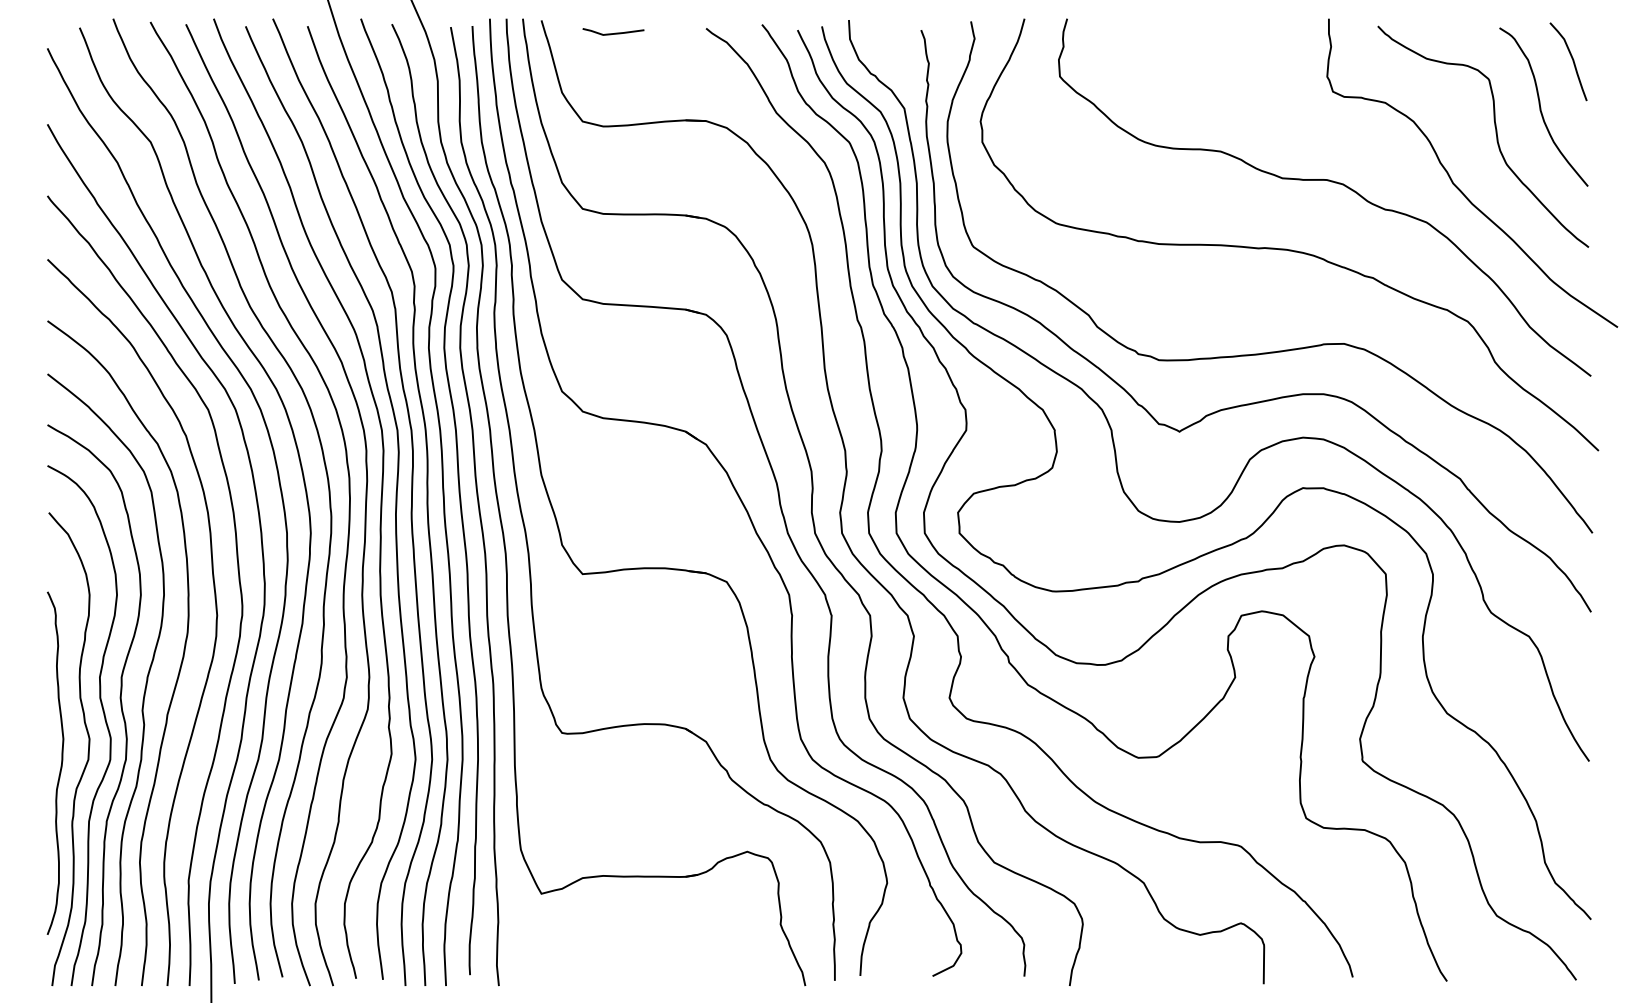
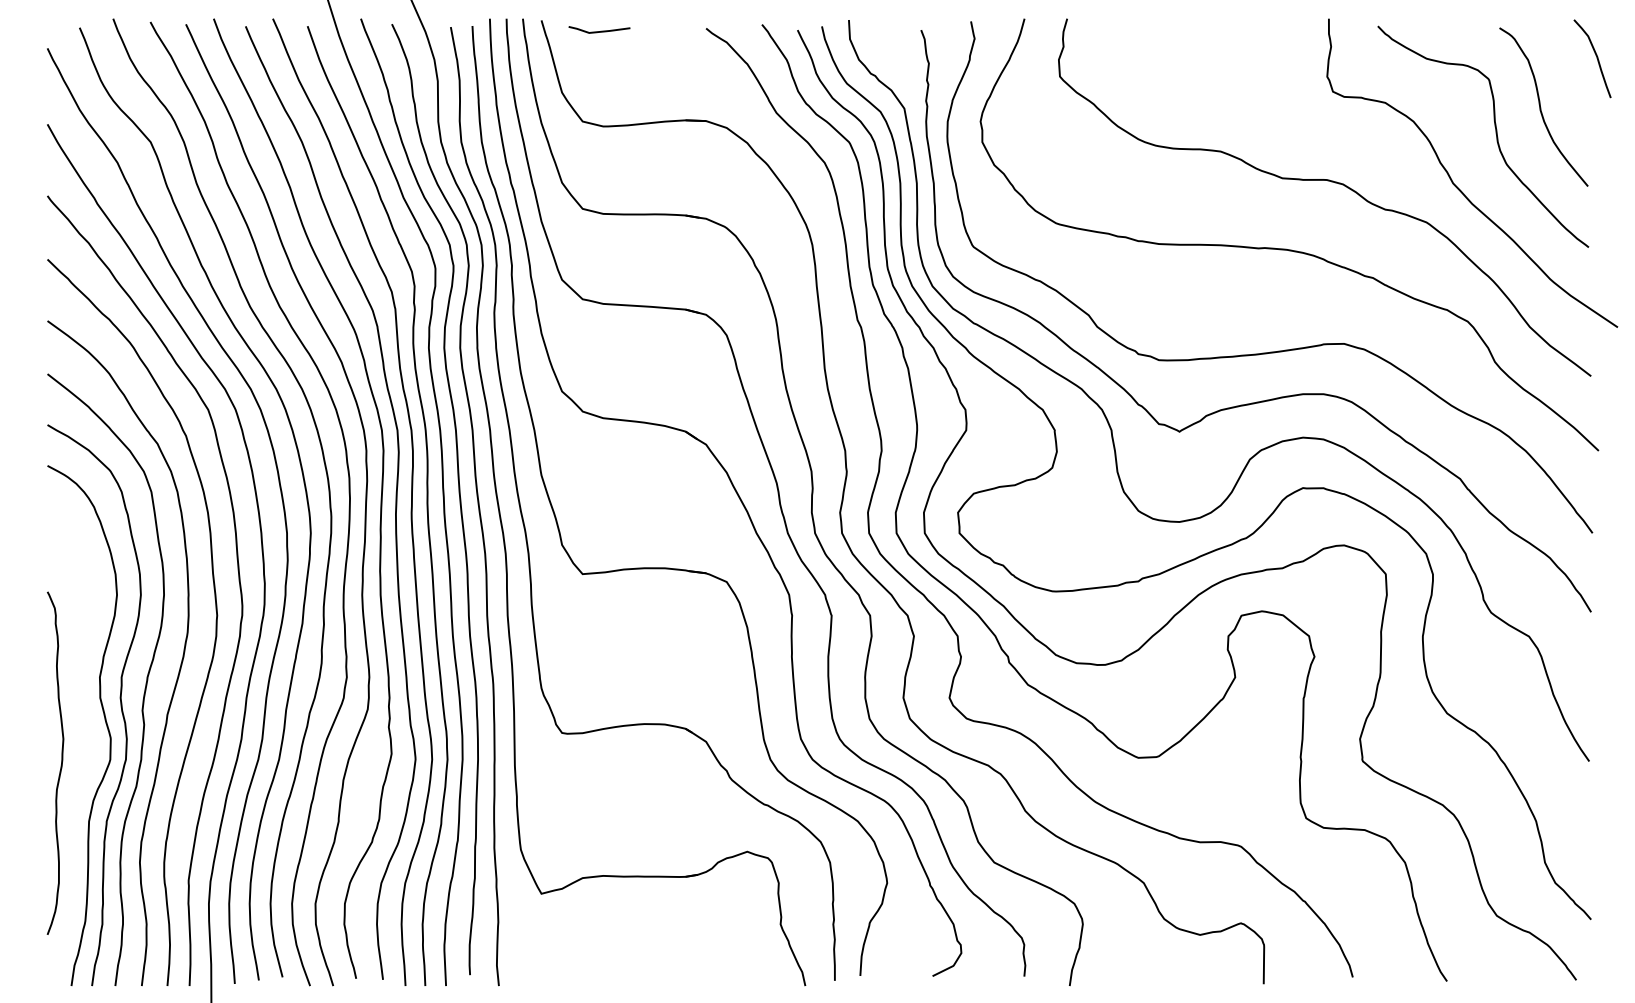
line at (613, 33) position: (613, 33) -> (599, 31)
curve at (1572, 61) position: (1572, 61) -> (1596, 58)
curve at (87, 752): present -> none
